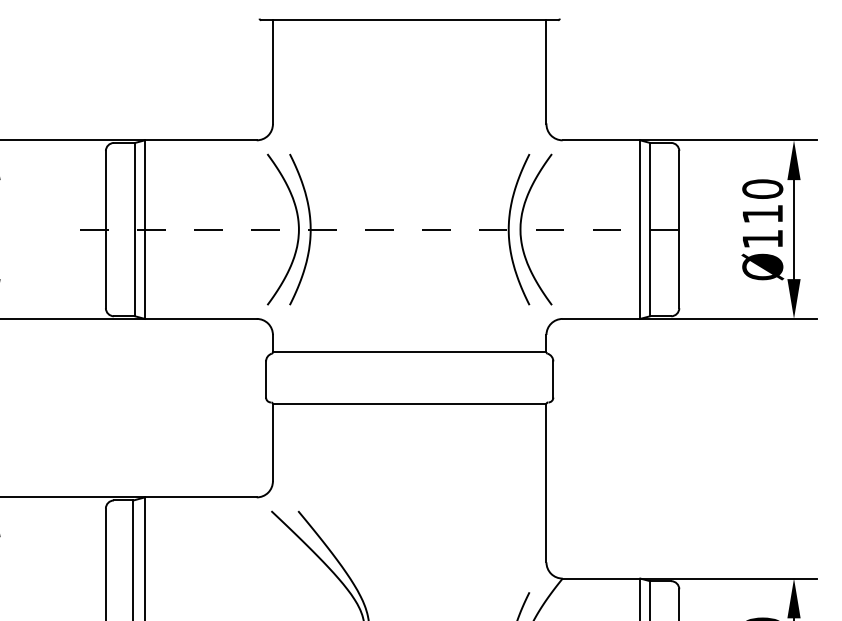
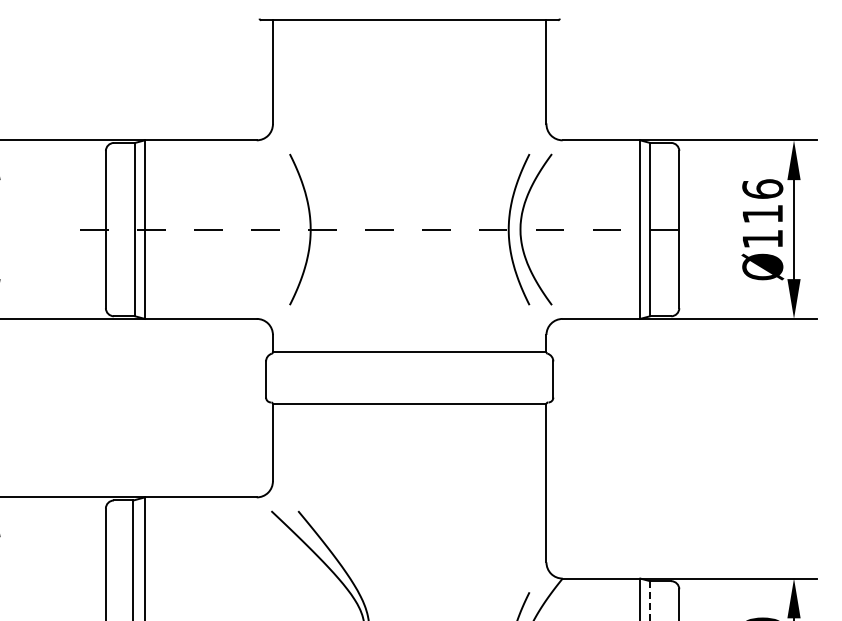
text at (762, 188): Ø110 -> Ø116
curve at (297, 225): present -> none
line at (650, 601): solid -> dashed
